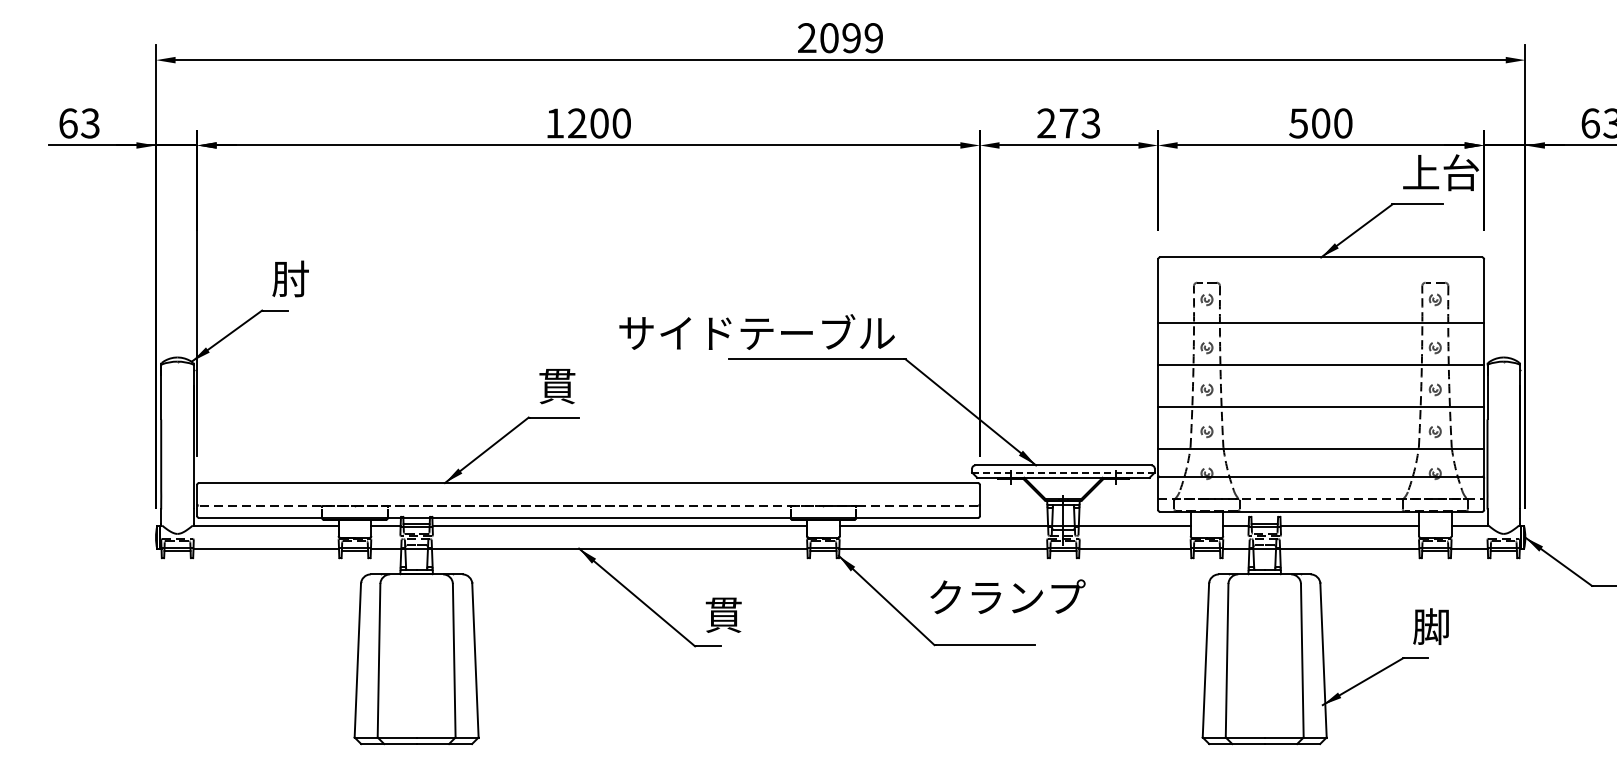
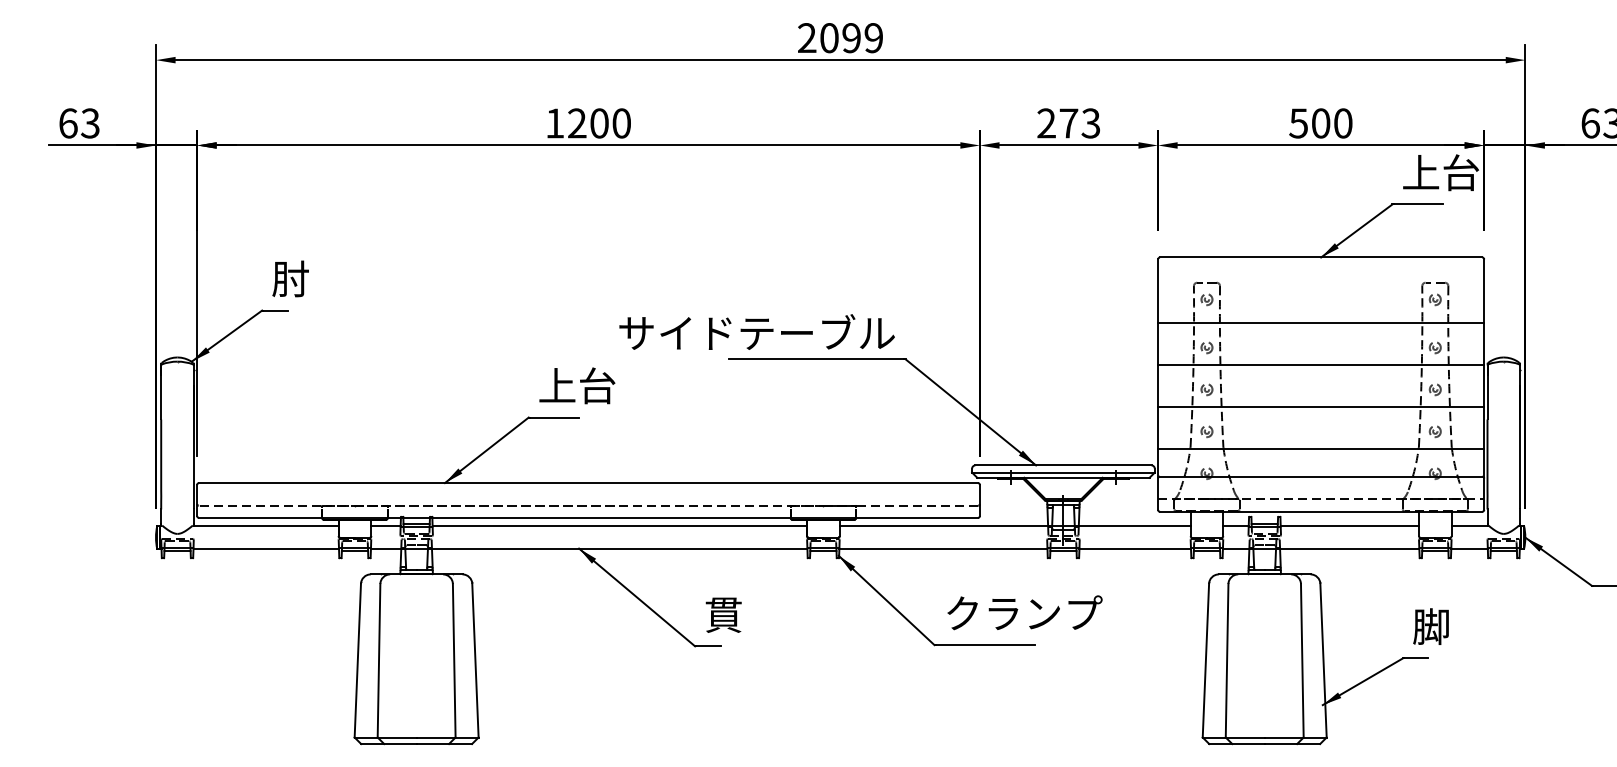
text at (577, 385): 貫 -> 上台
line at (1063, 472): dashed -> solid
text at (1007, 596) position: (1007, 596) -> (1024, 612)
